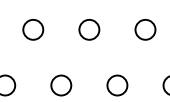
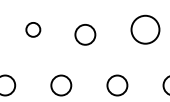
circle at (33, 29) size: 23x22 px -> 17x16 px
circle at (89, 29) position: (89, 29) -> (85, 34)
circle at (145, 29) size: 23x22 px -> 31x31 px
